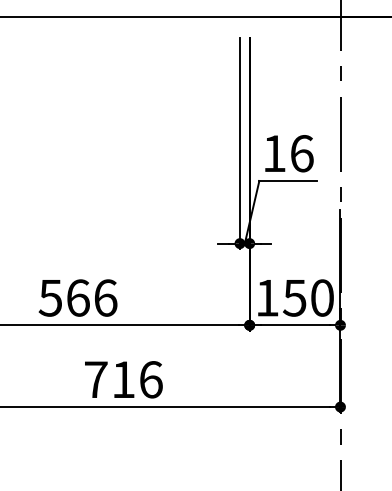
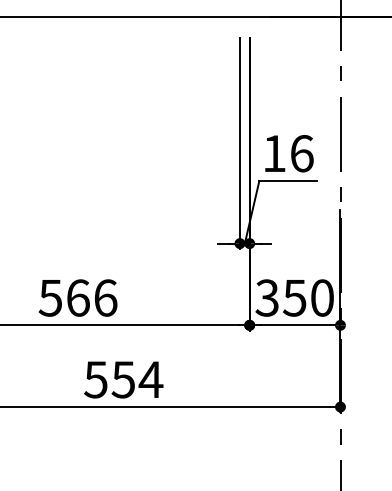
text at (266, 297): 150 -> 350
text at (123, 379): 716 -> 554
